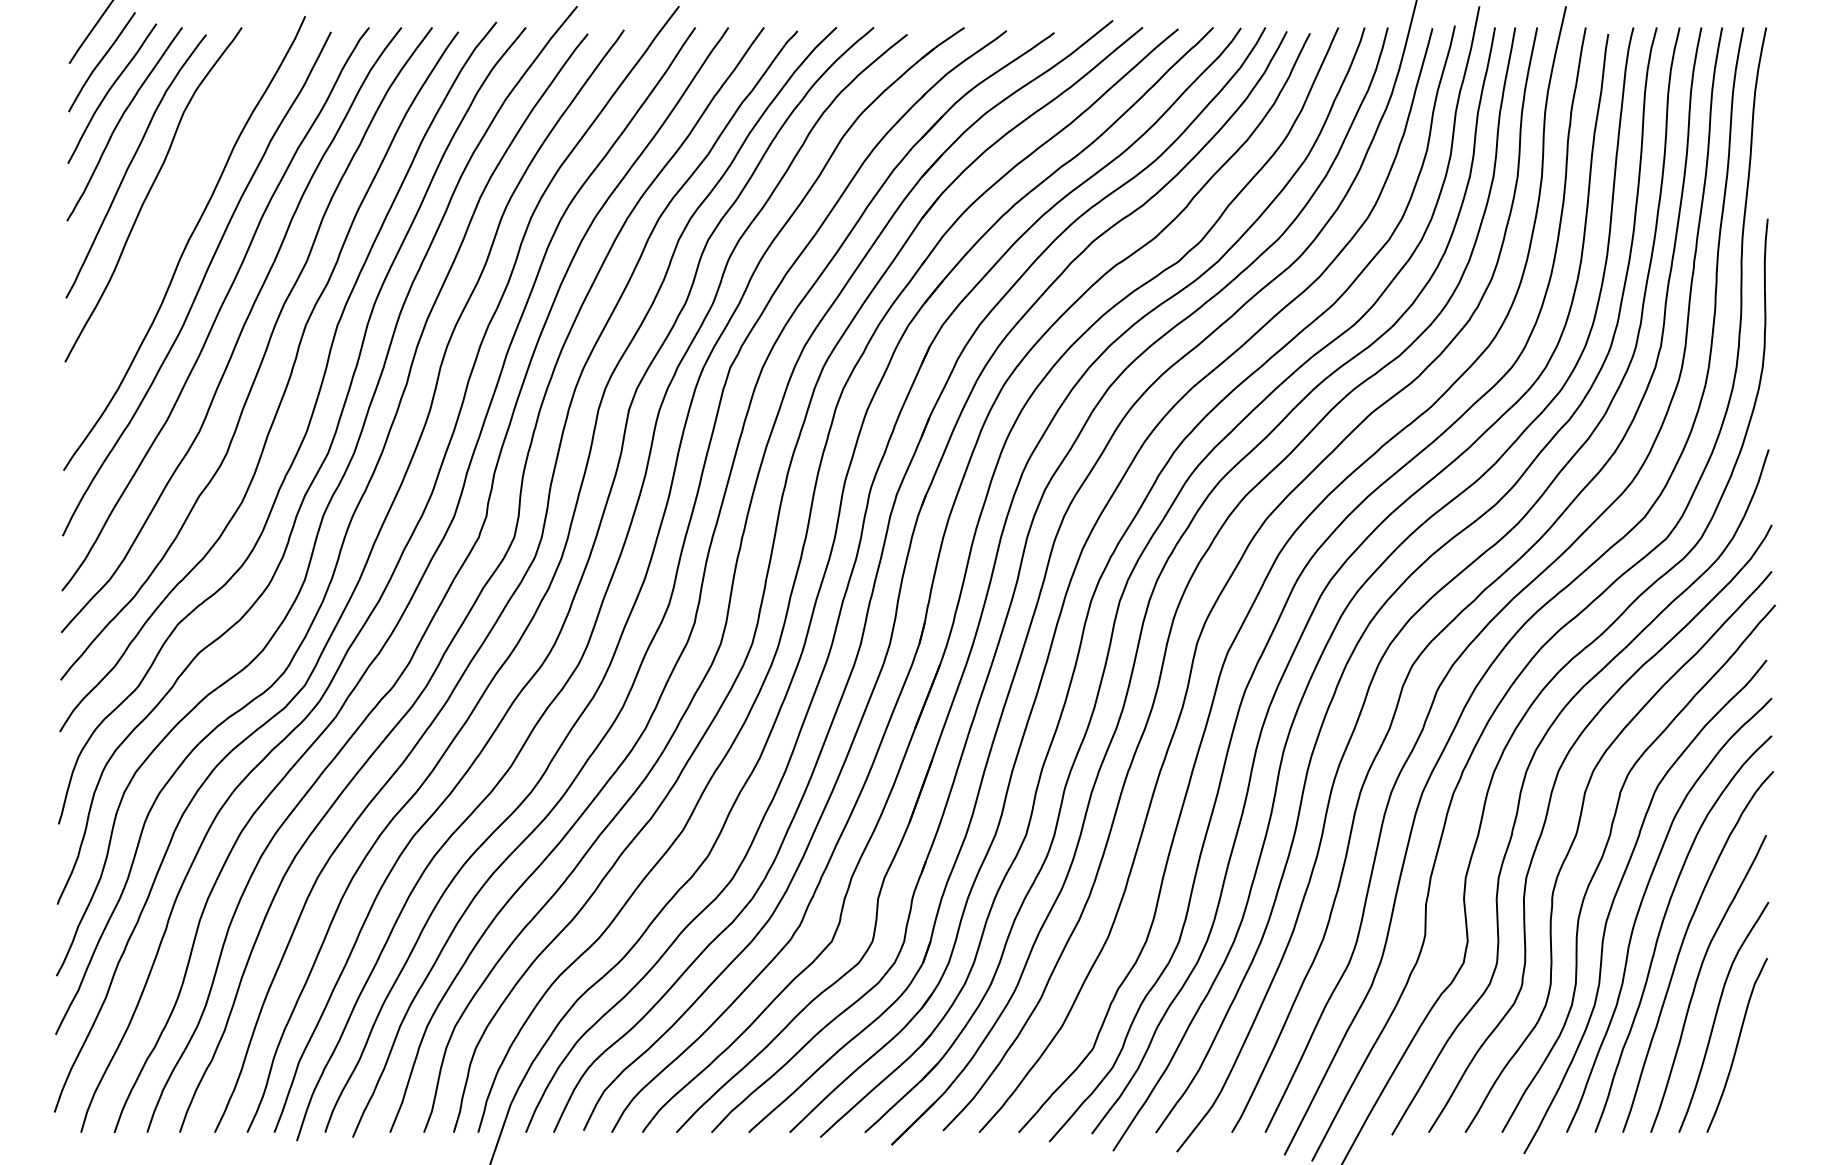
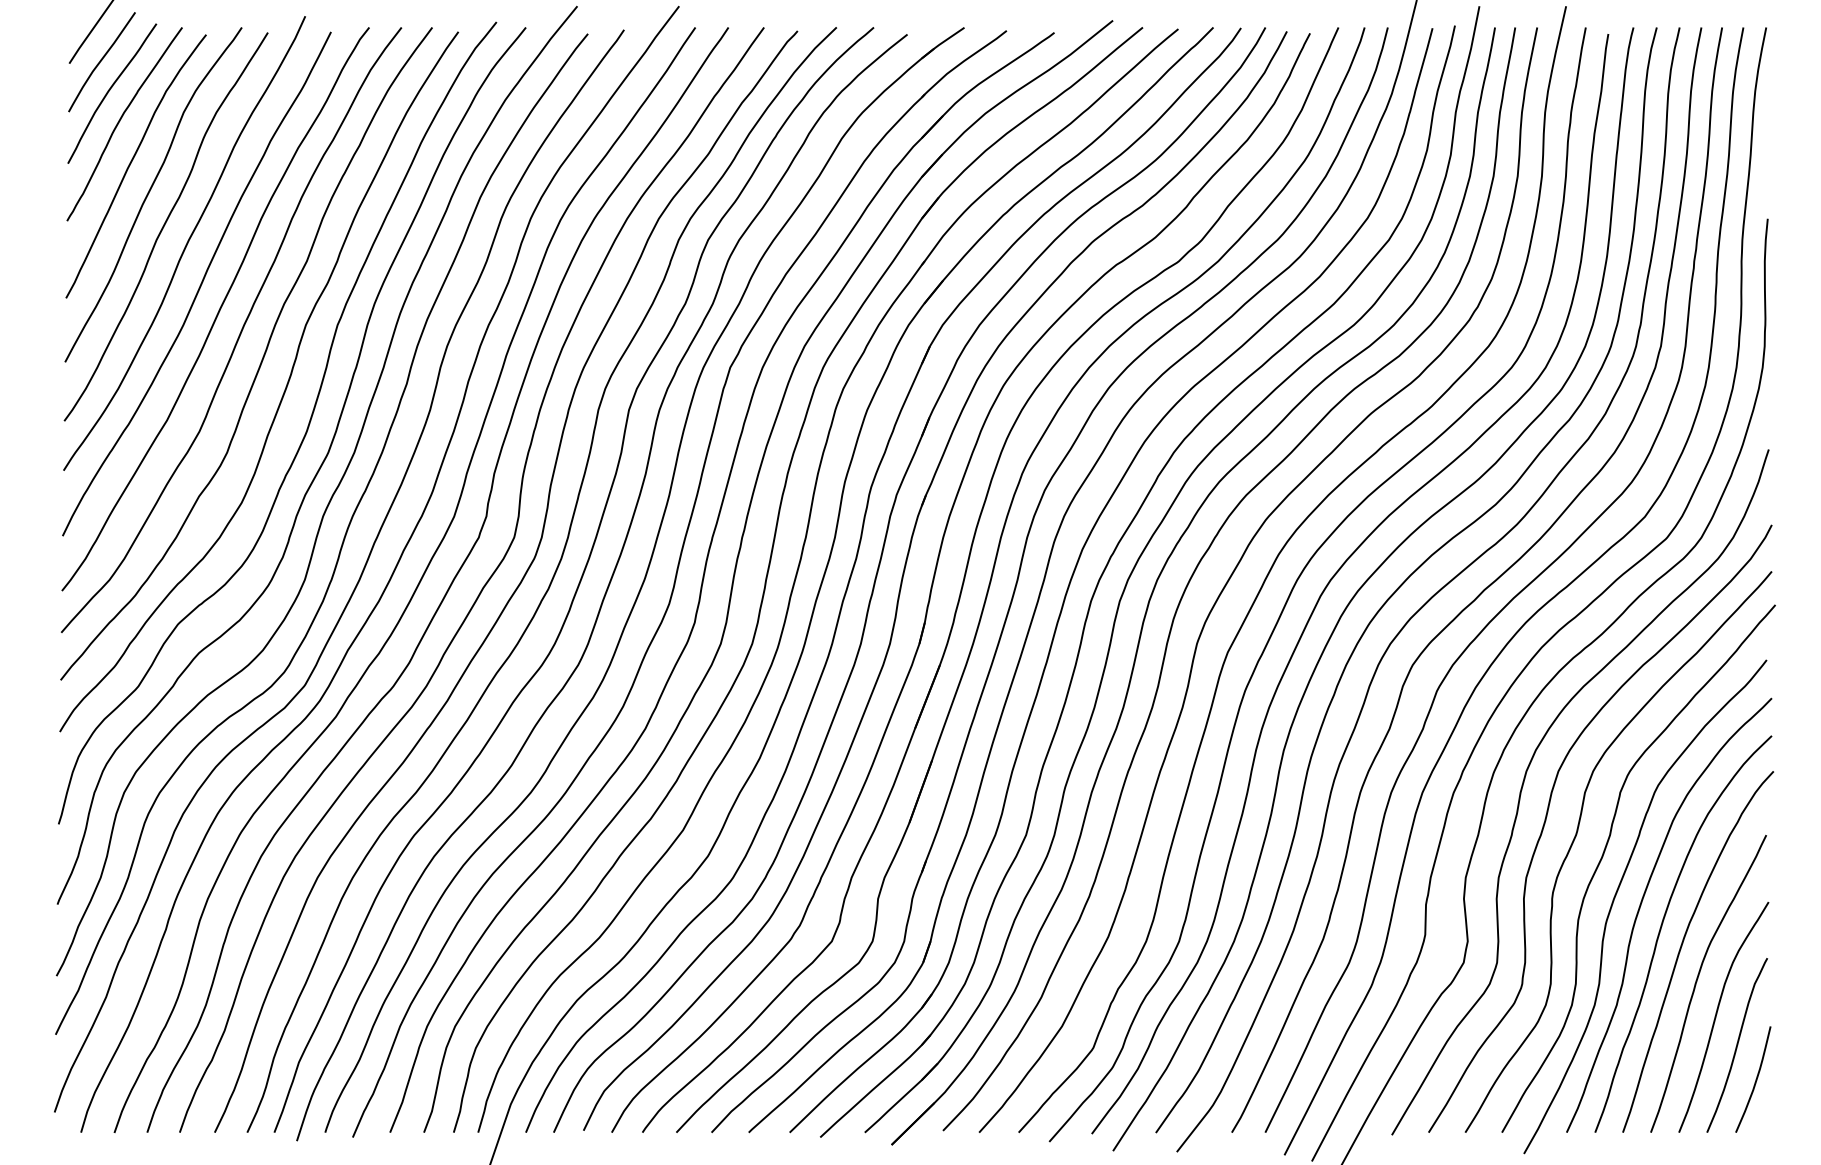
curve at (165, 225): none -> present
curve at (1755, 1079): none -> present
